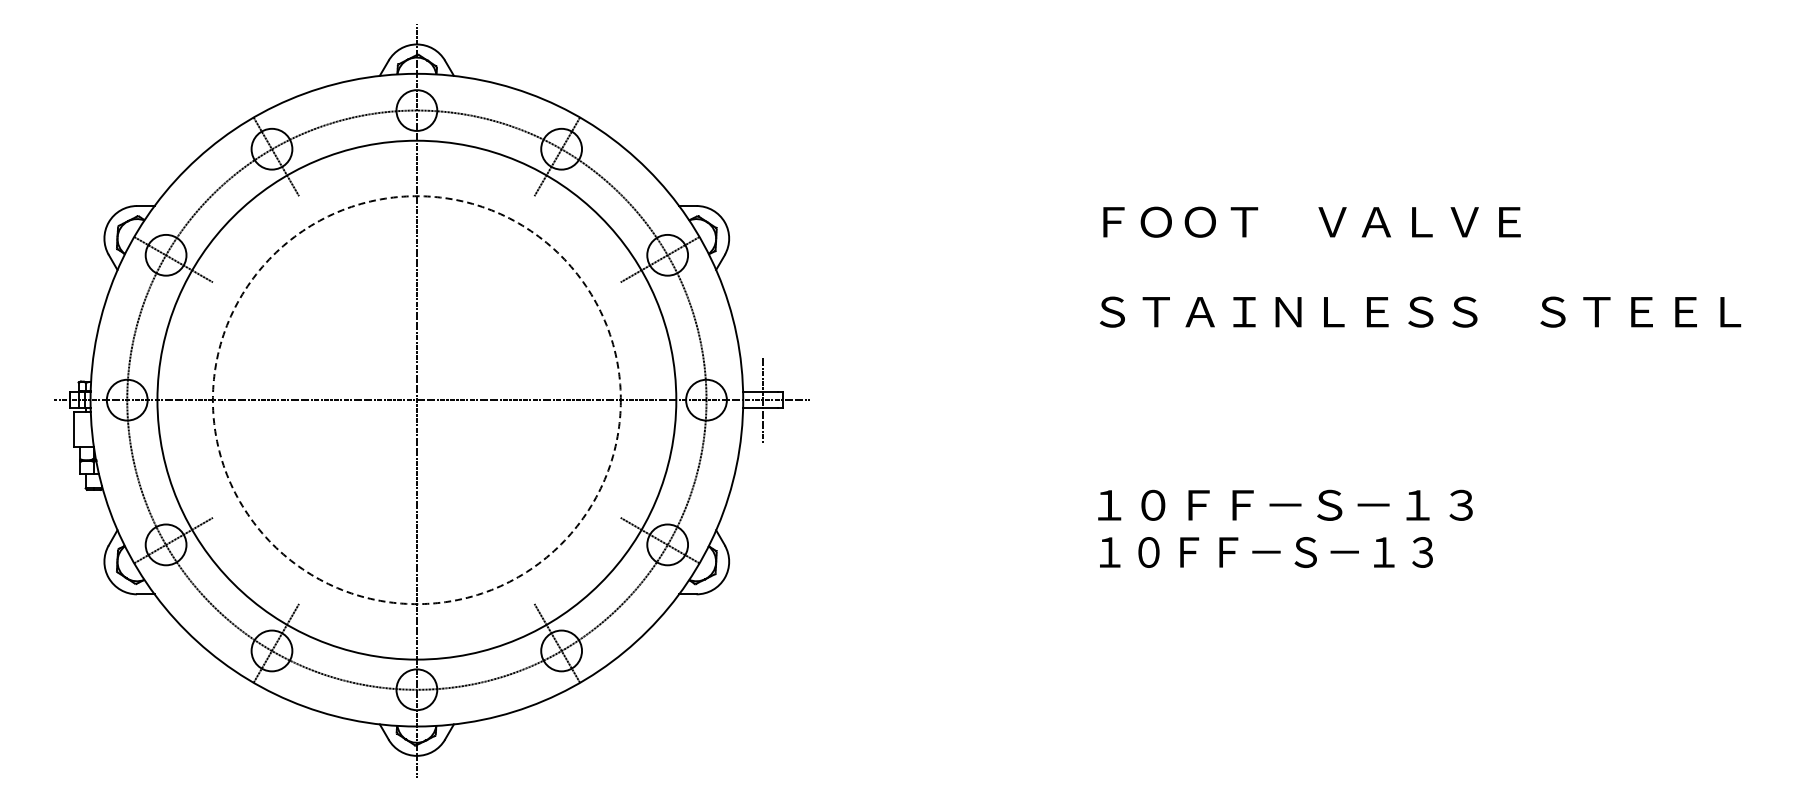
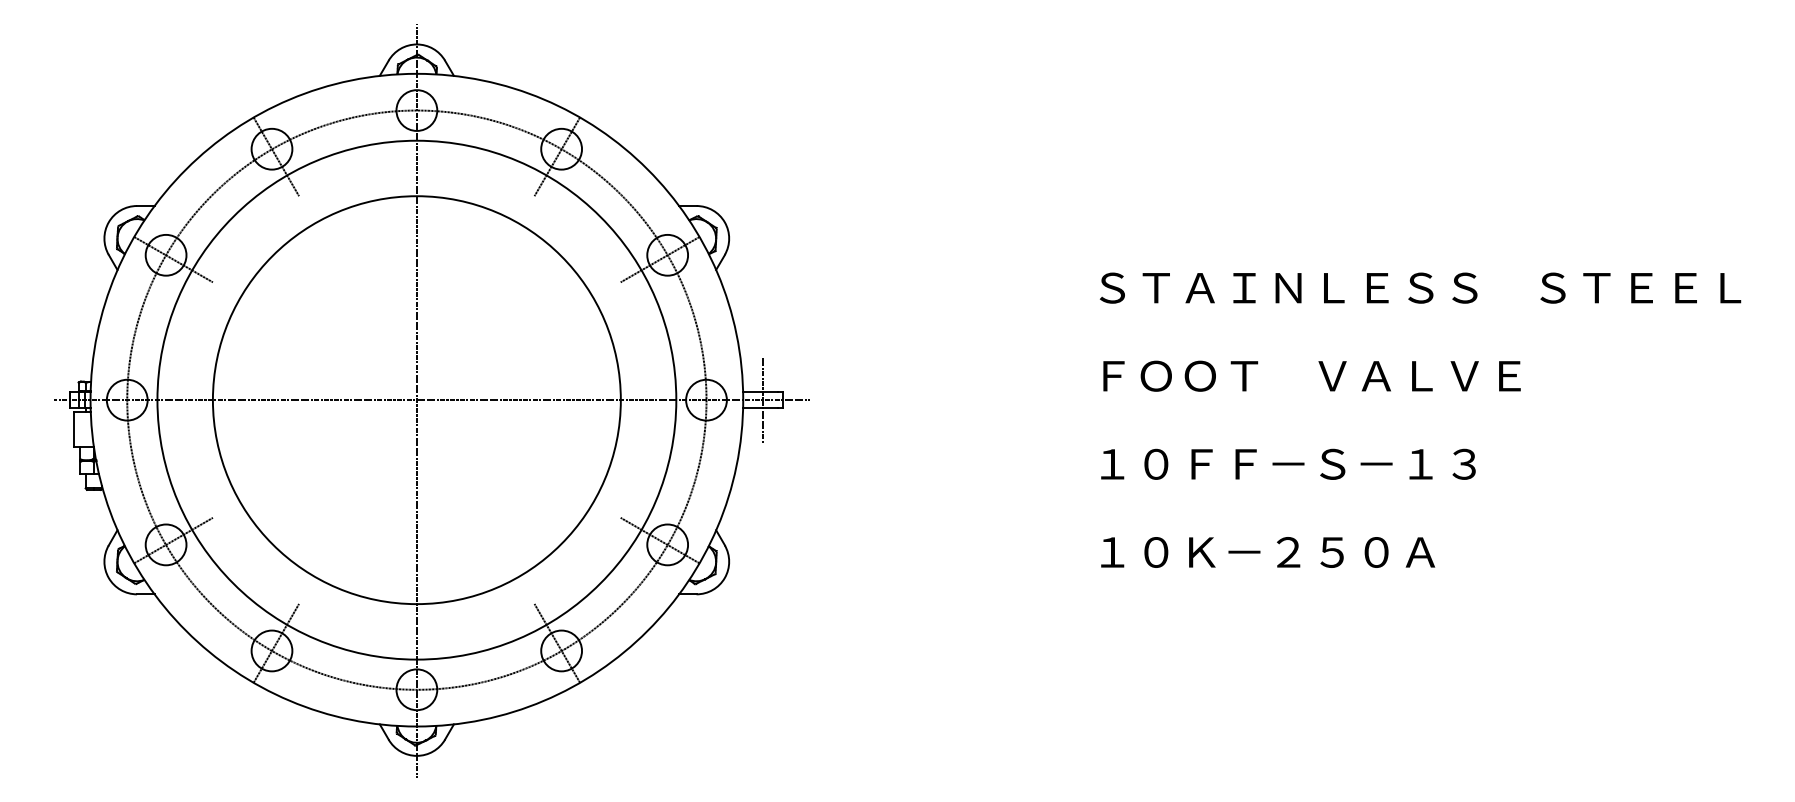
text at (1311, 221) position: (1311, 221) -> (1311, 375)
text at (1420, 311) position: (1420, 311) -> (1420, 287)
circle at (416, 400): dashed -> solid
text at (1285, 504) position: (1285, 504) -> (1288, 463)
text at (1267, 552): １０ＦＦ－Ｓ－１３ -> １０Ｋ－２５０Ａ
